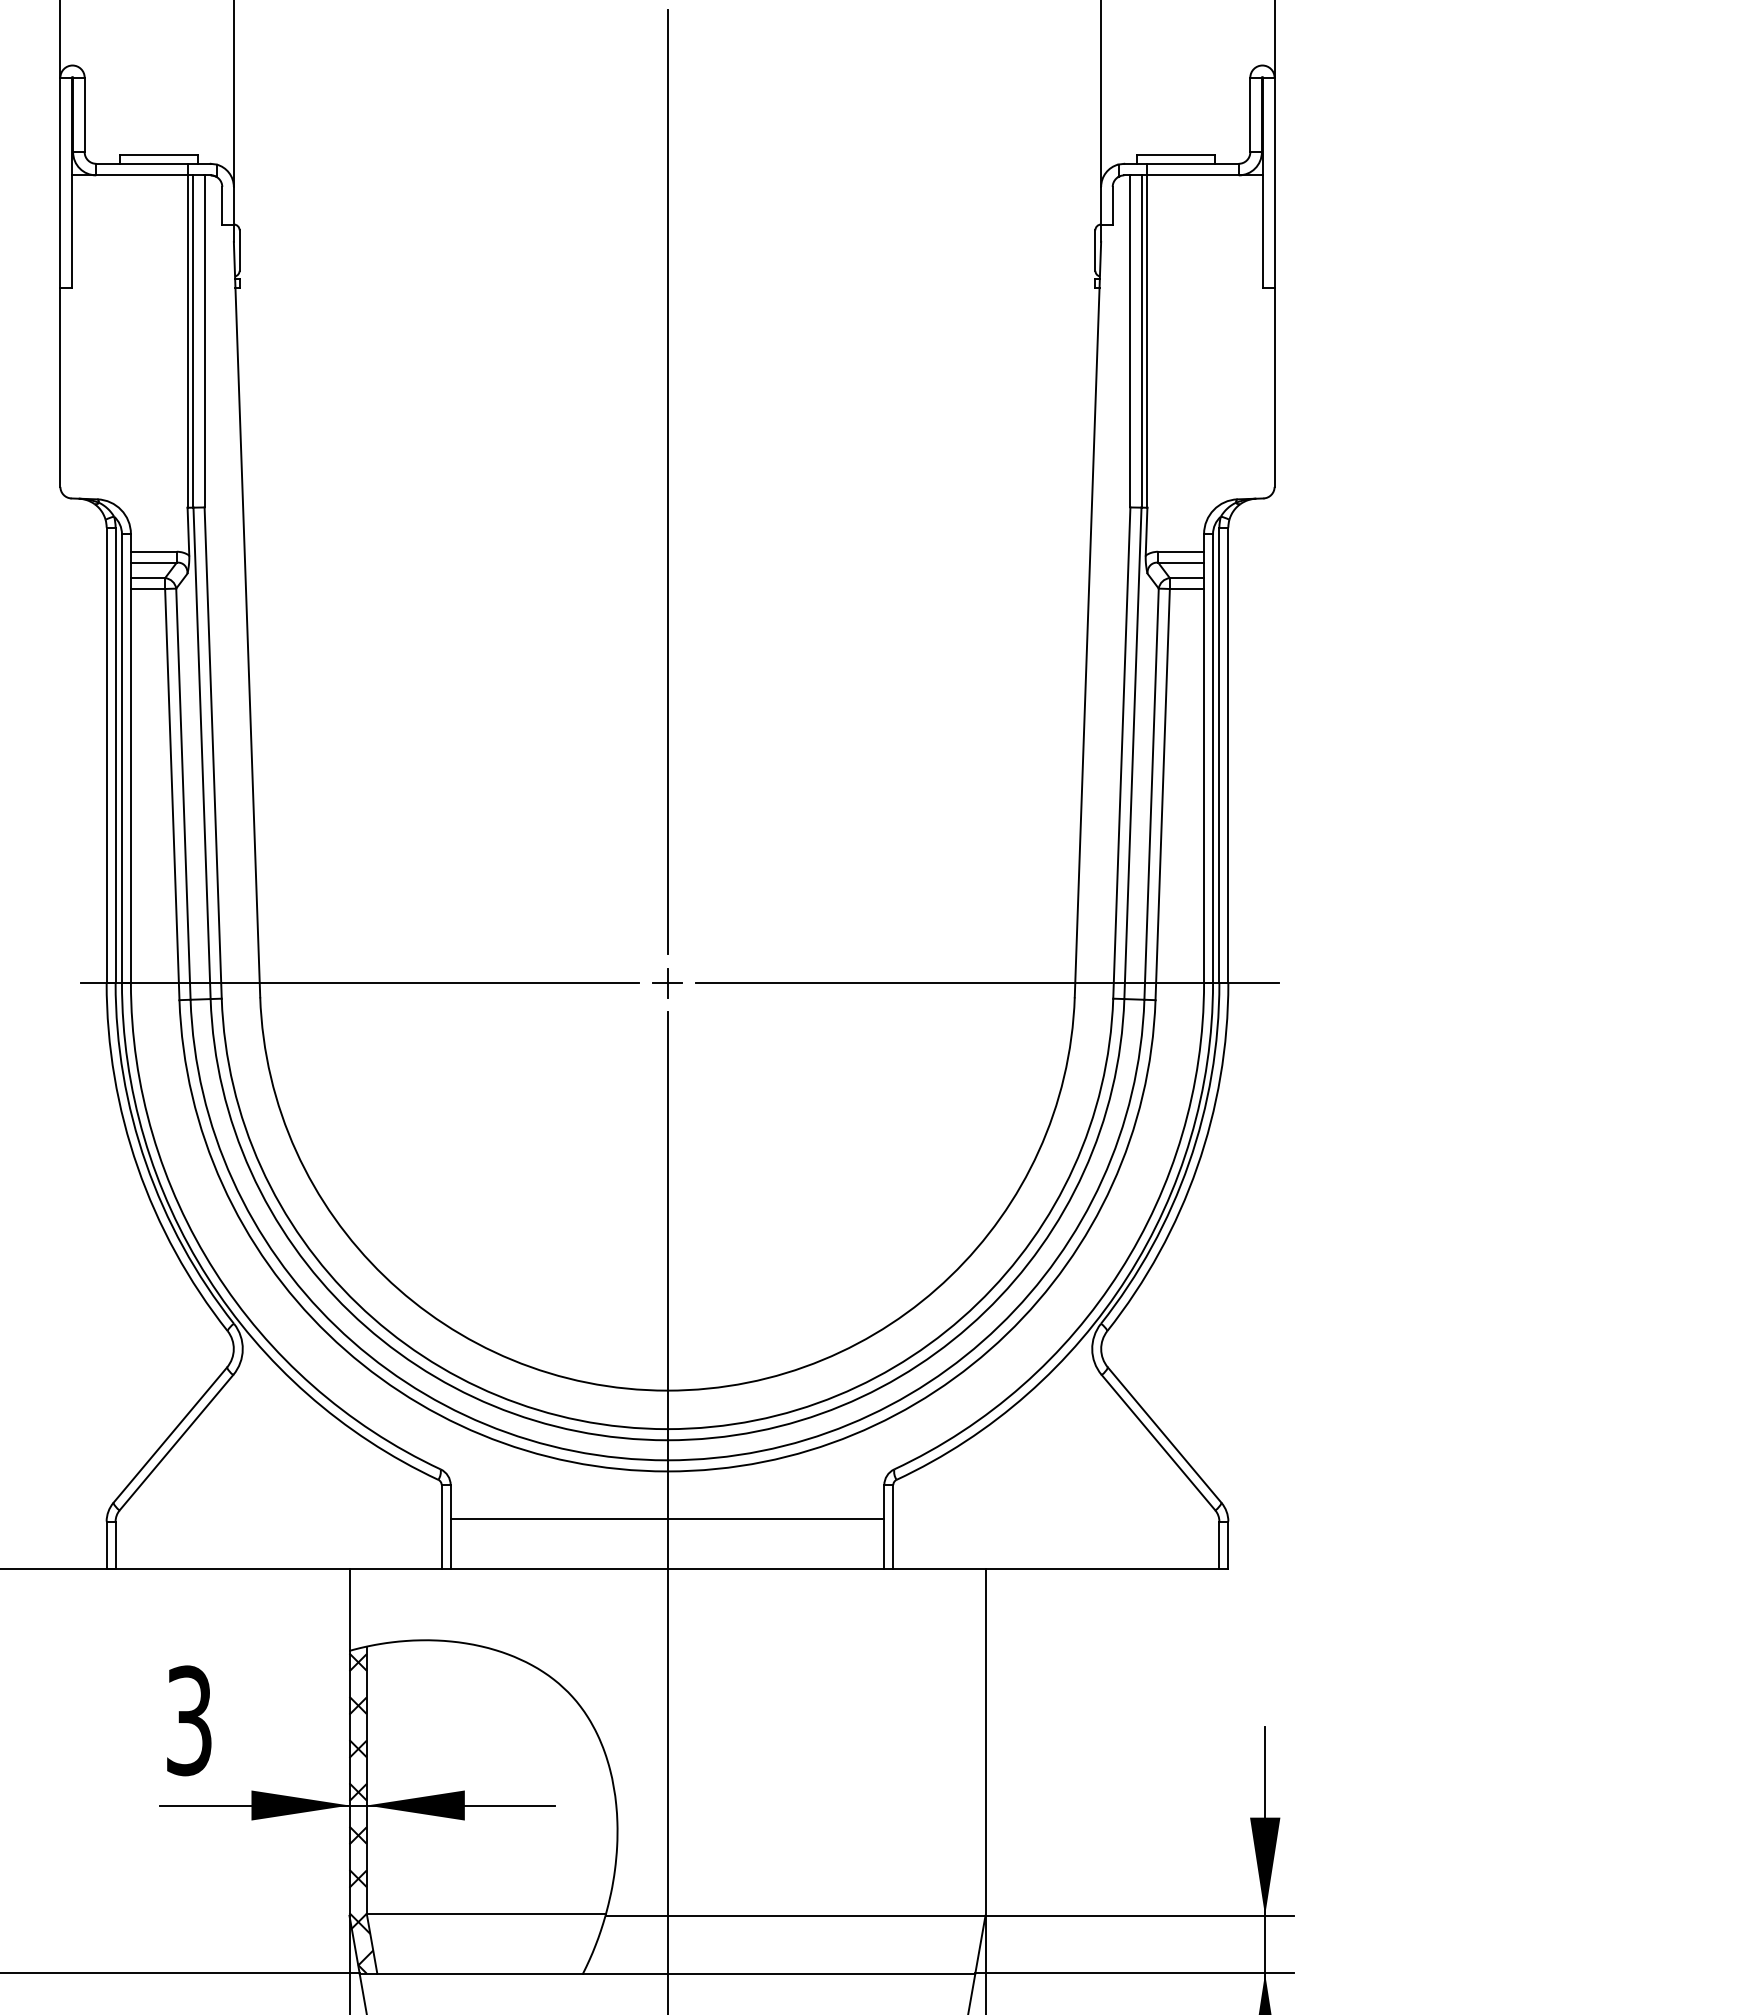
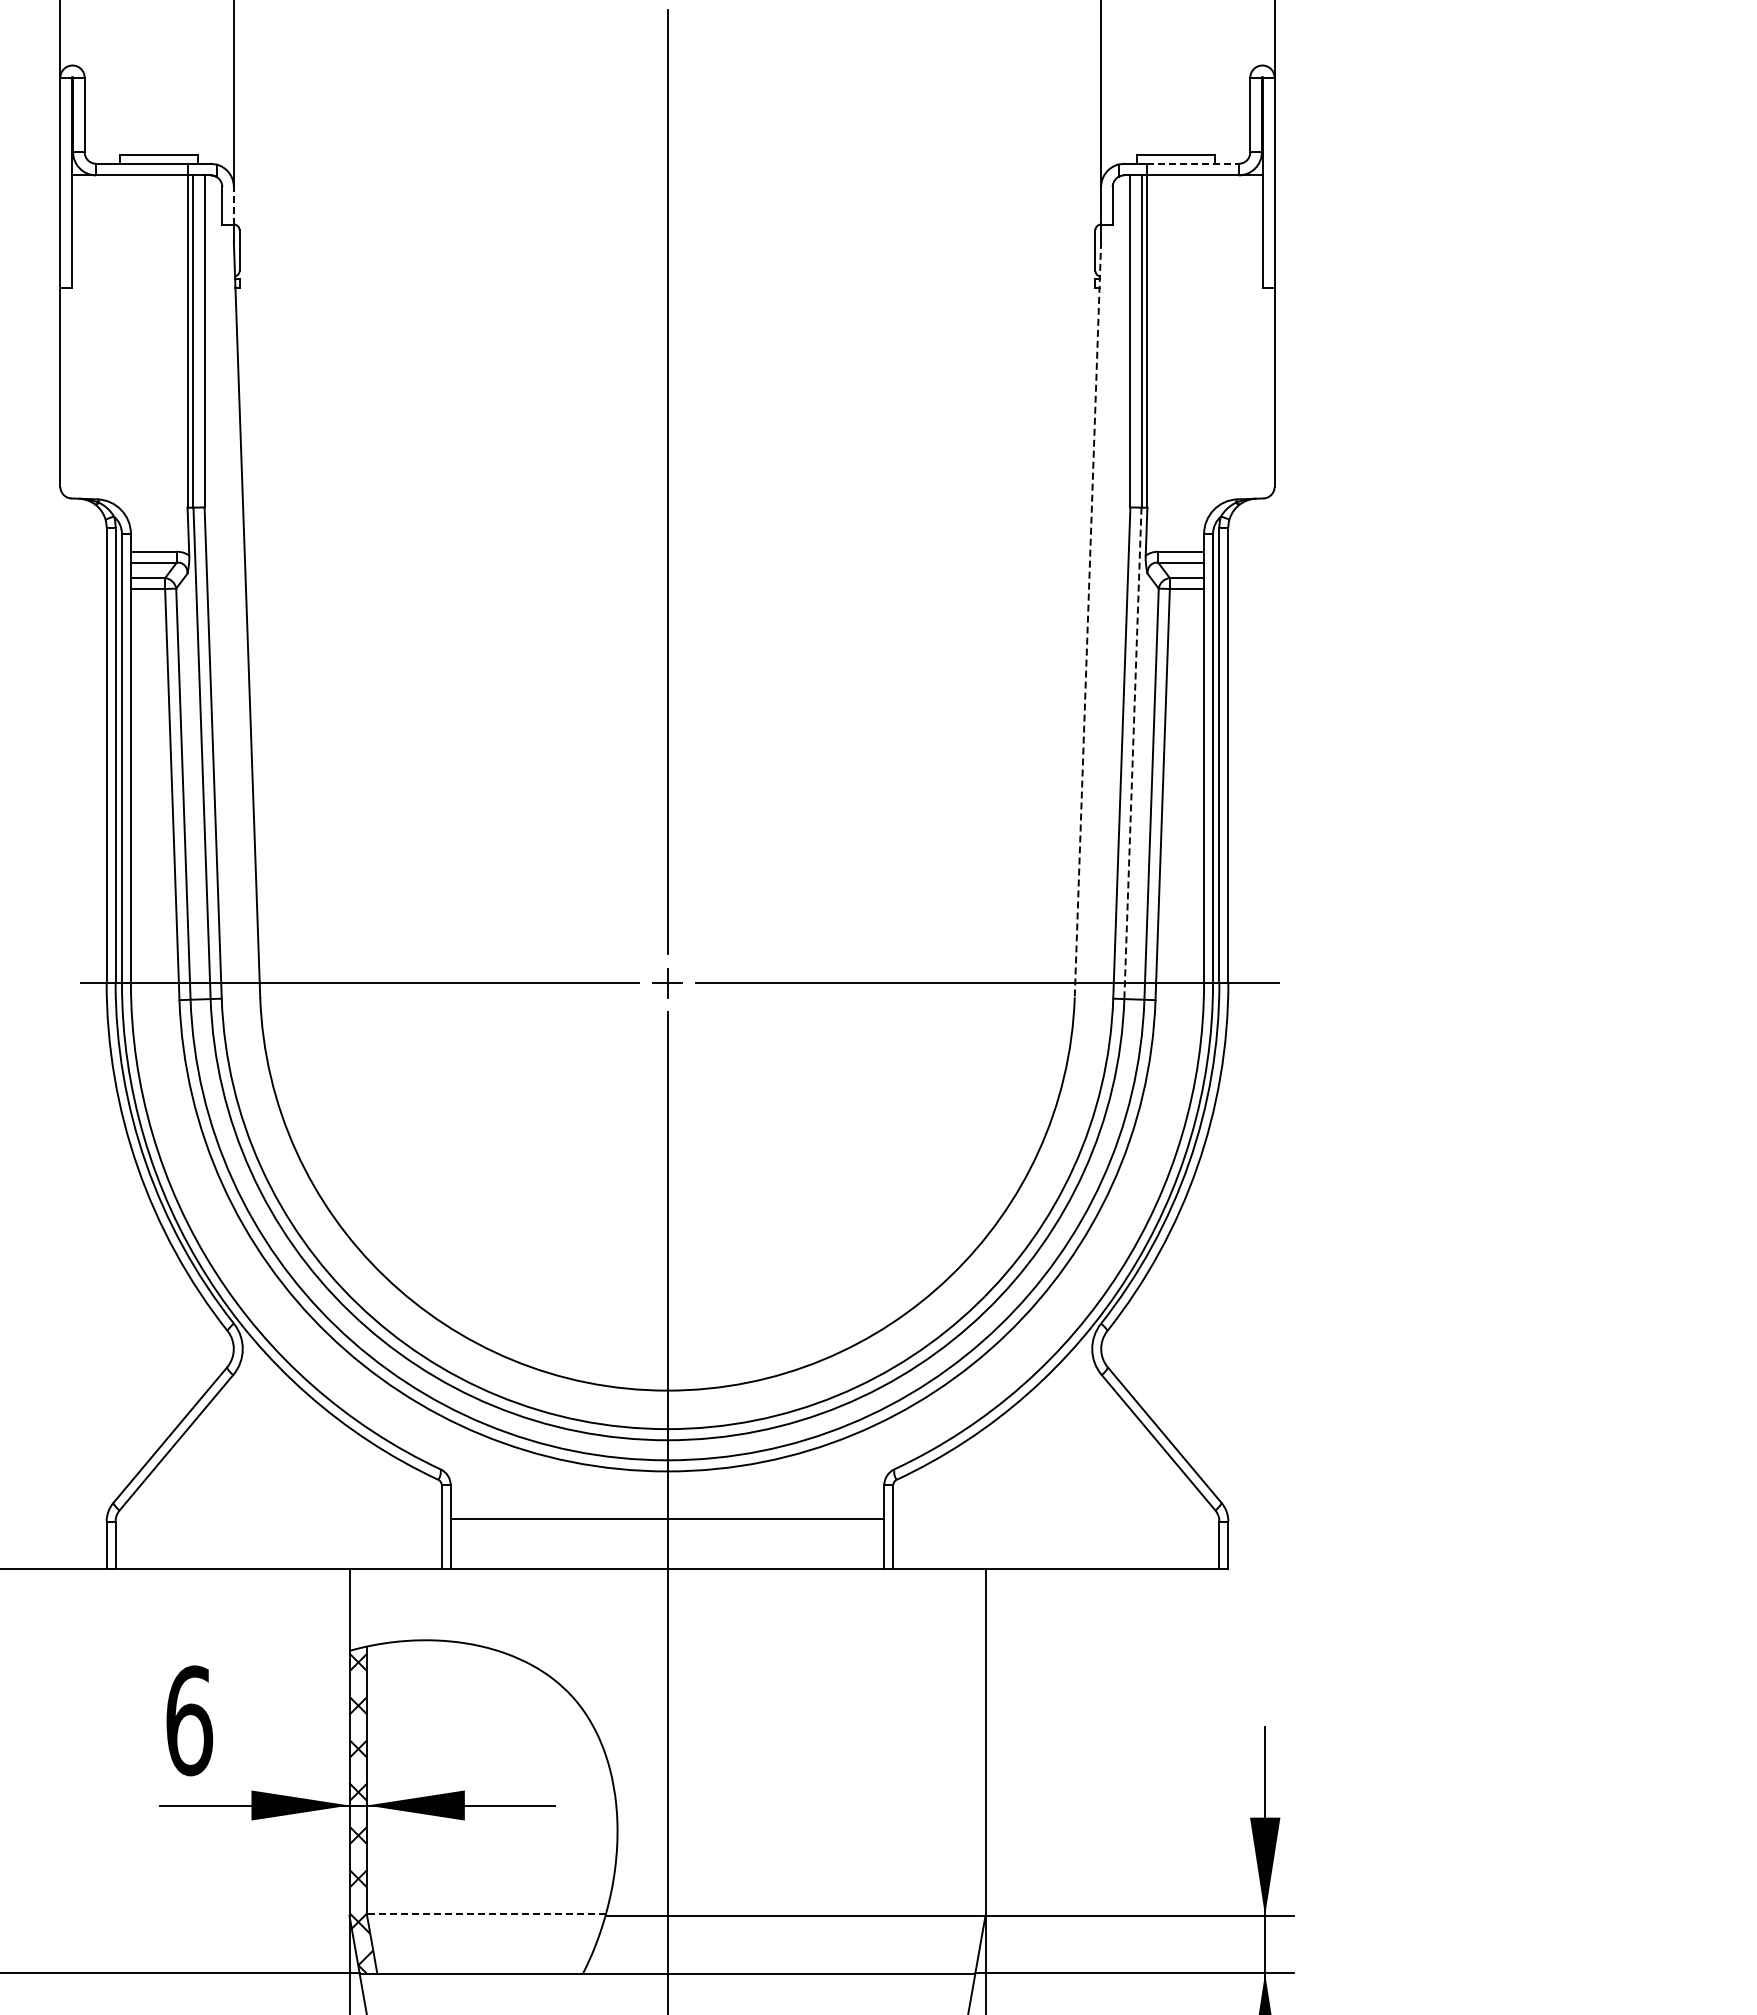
line at (1193, 163): solid -> dashed
line at (233, 205): solid -> dashed
line at (1087, 619): solid -> dashed
line at (1132, 753): solid -> dashed
text at (189, 1720): 3 -> 6
line at (485, 1914): solid -> dashed
